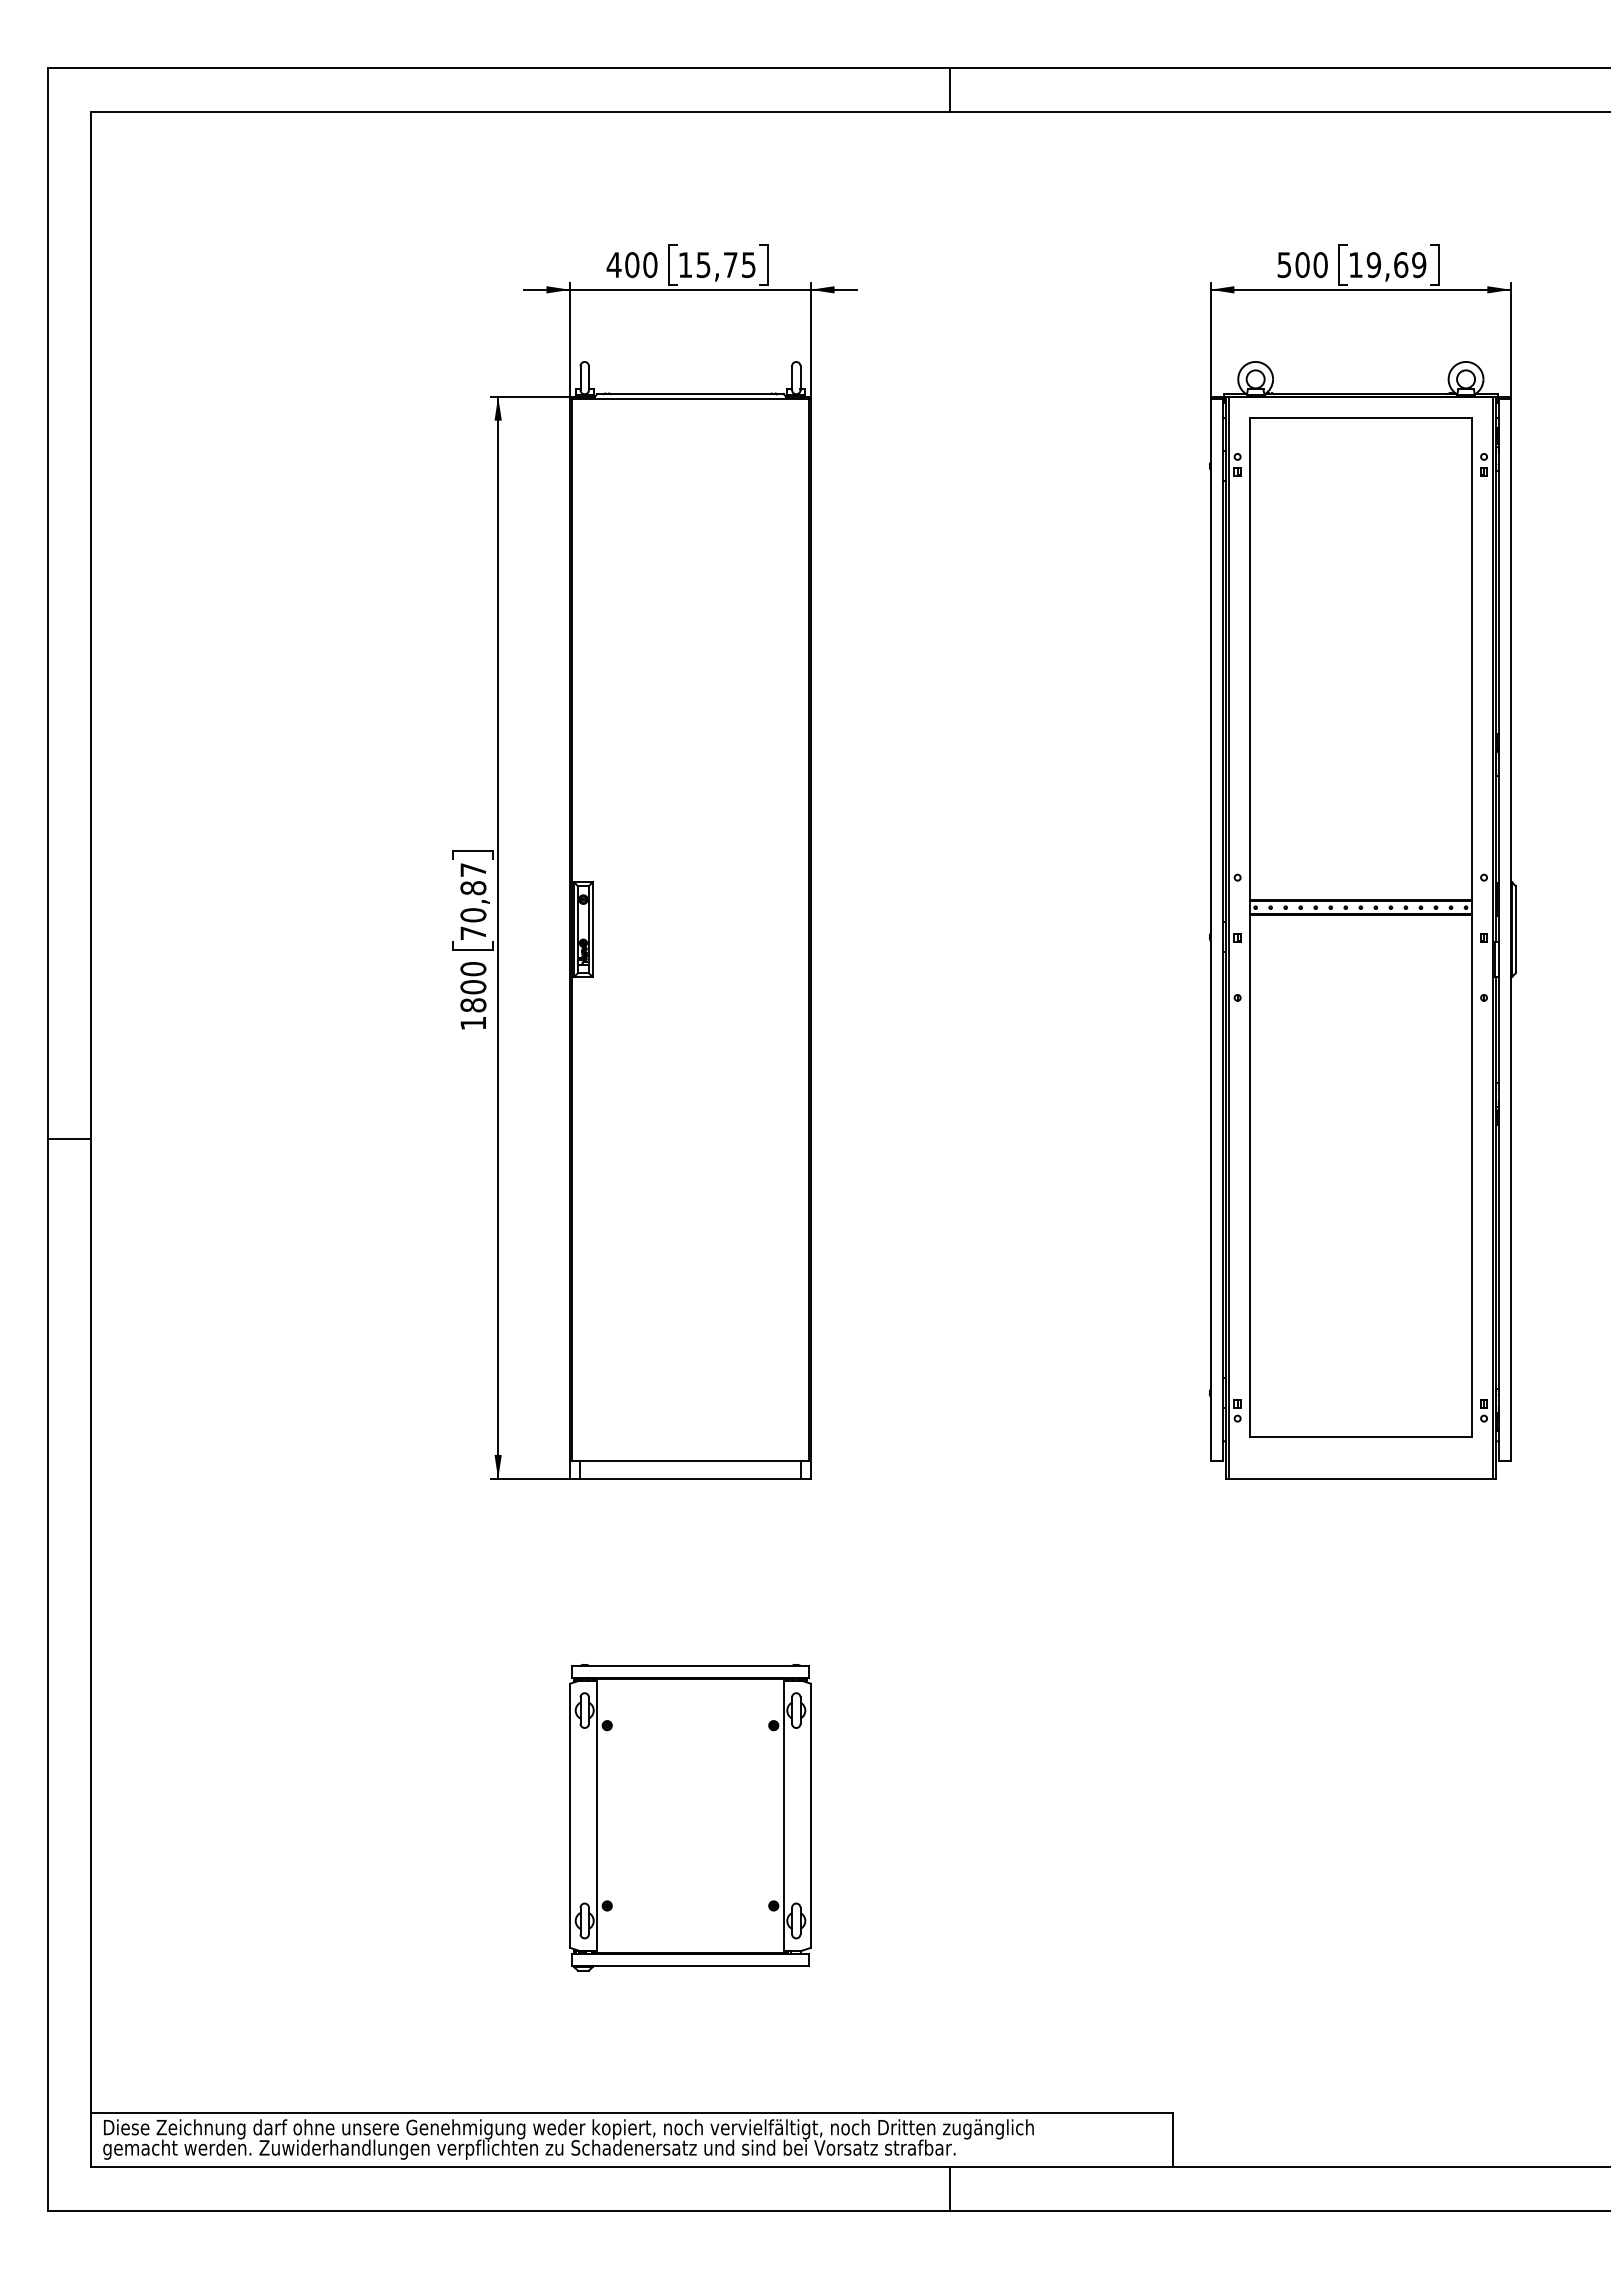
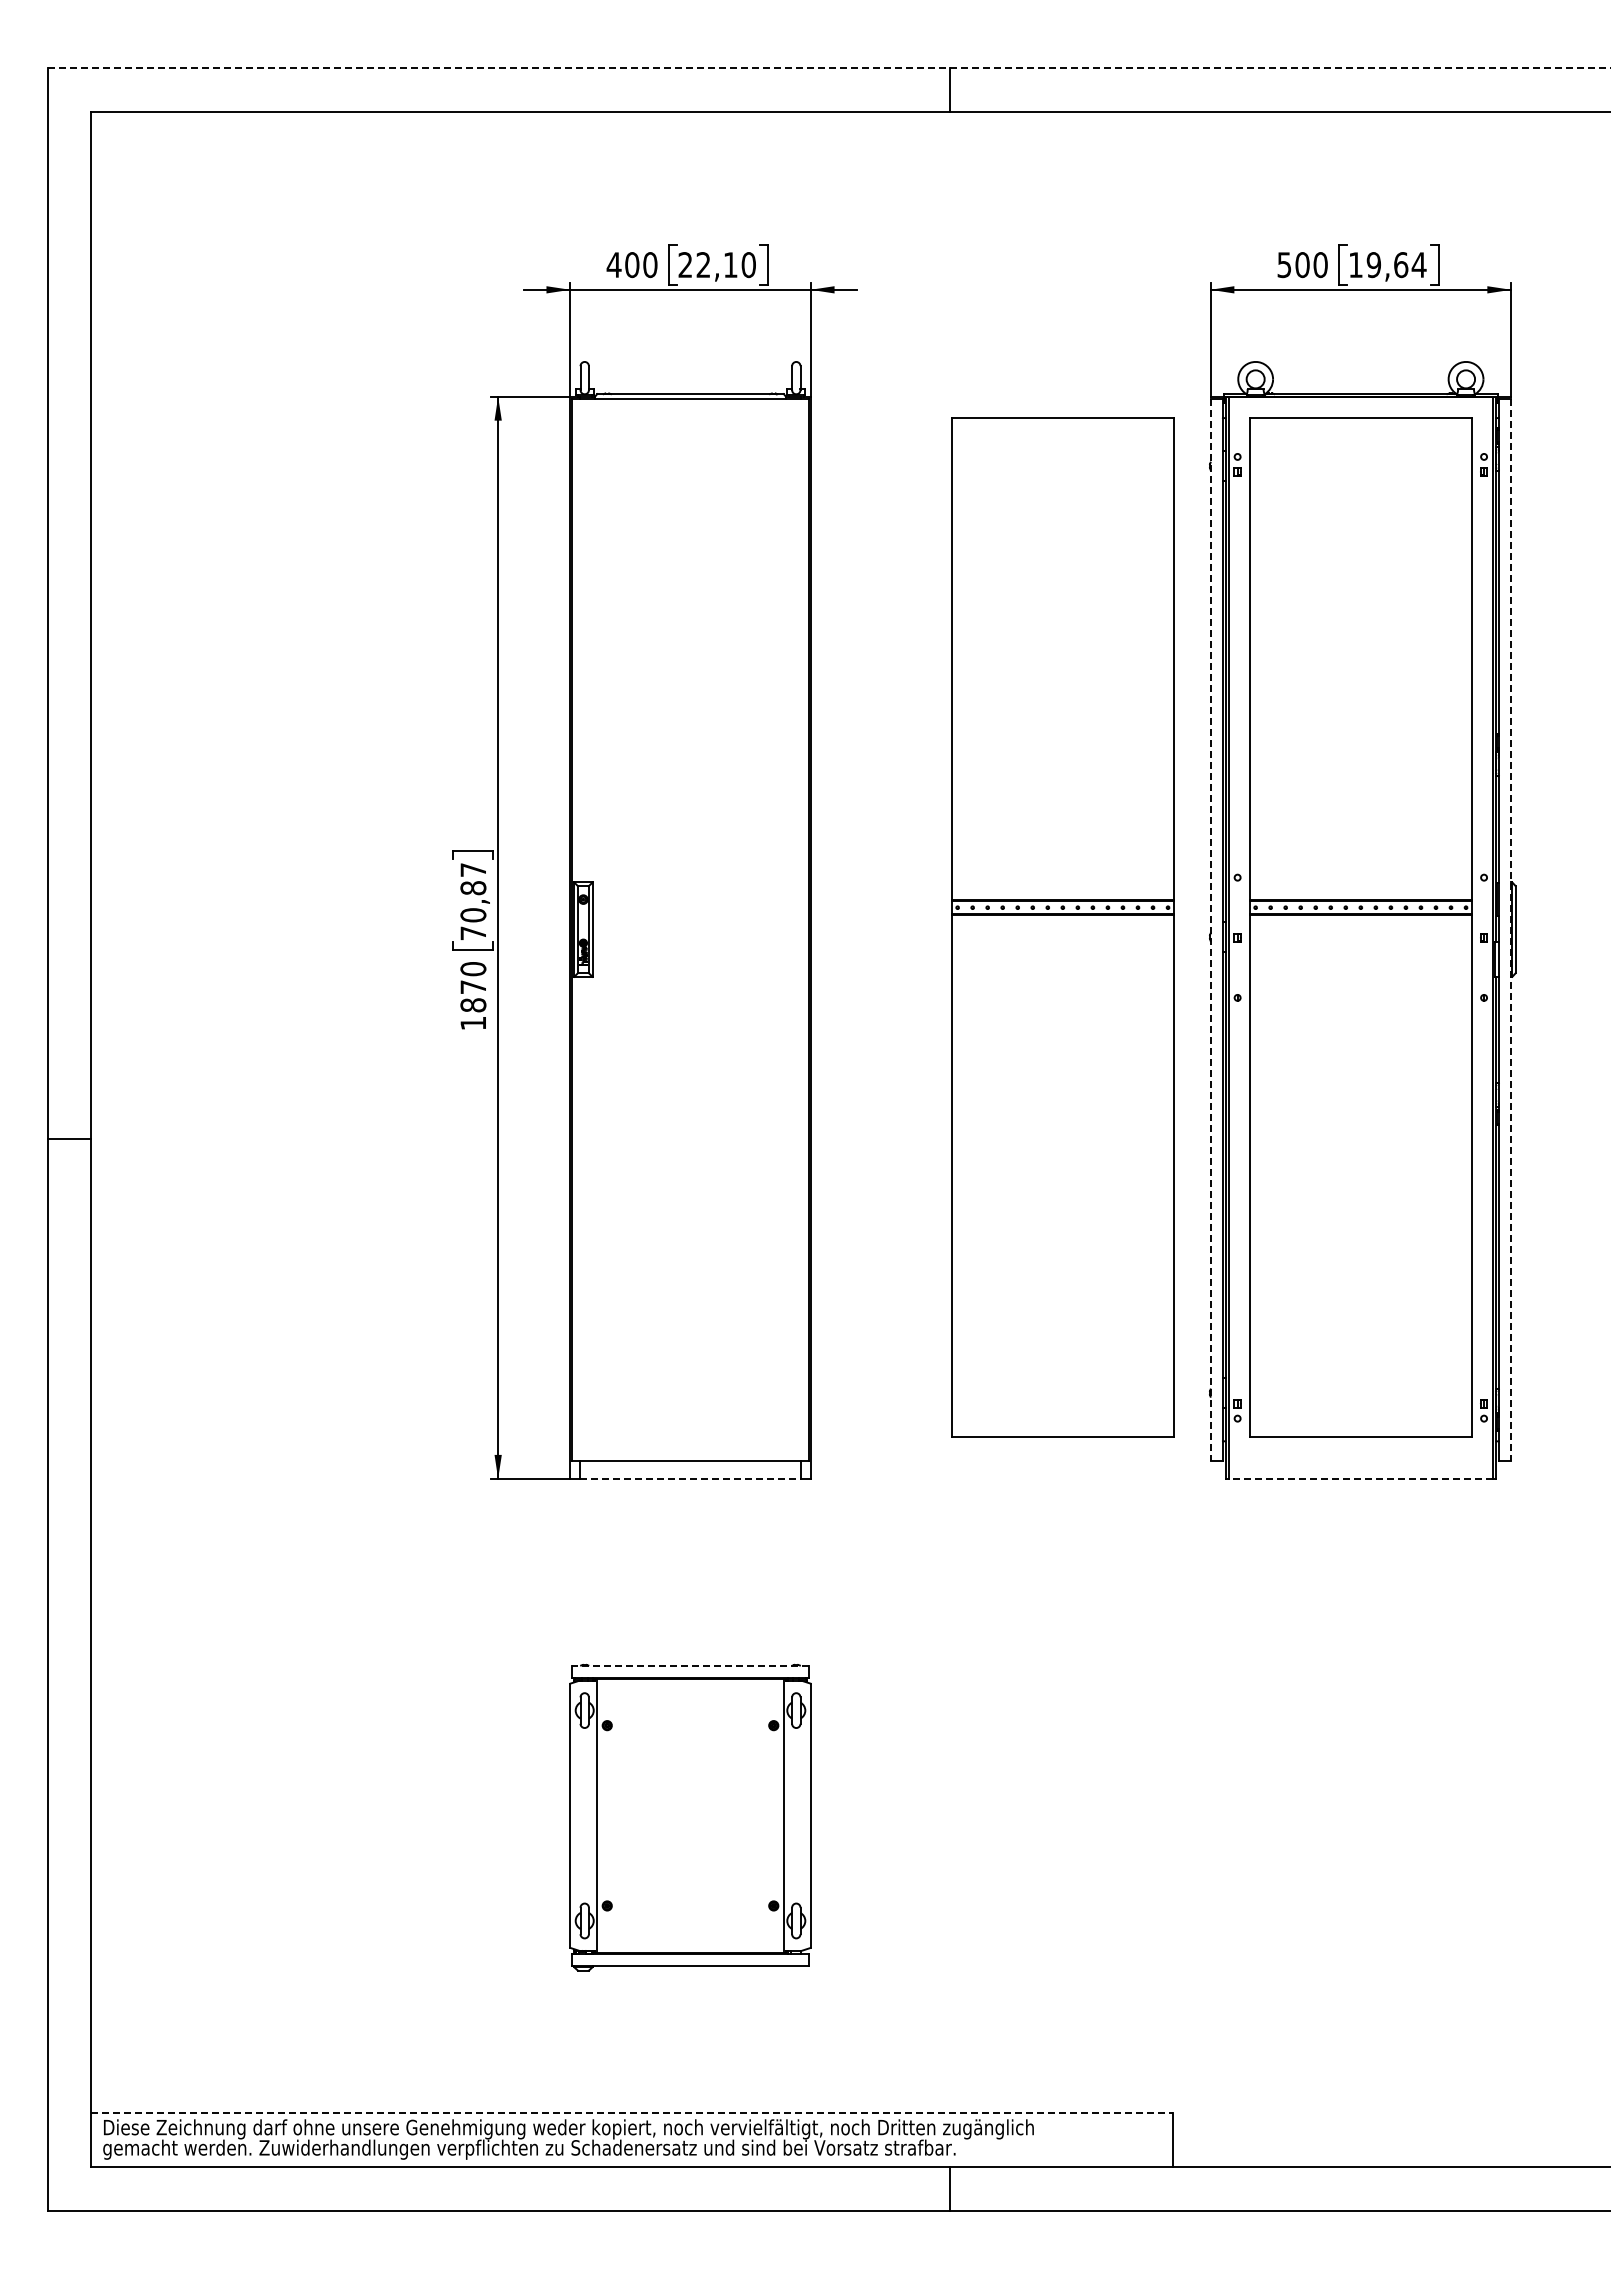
line at (829, 68): solid -> dashed
text at (716, 265): 15,75 -> 22,10
text at (1418, 265): 19,69 -> 19,64
part at (1062, 927): none -> present
line at (1210, 930): solid -> dashed
line at (1511, 930): solid -> dashed
text at (473, 987): 1800 -> 1870
line at (690, 1478): solid -> dashed
line at (1360, 1478): solid -> dashed
line at (690, 1665): solid -> dashed
line at (632, 2113): solid -> dashed
